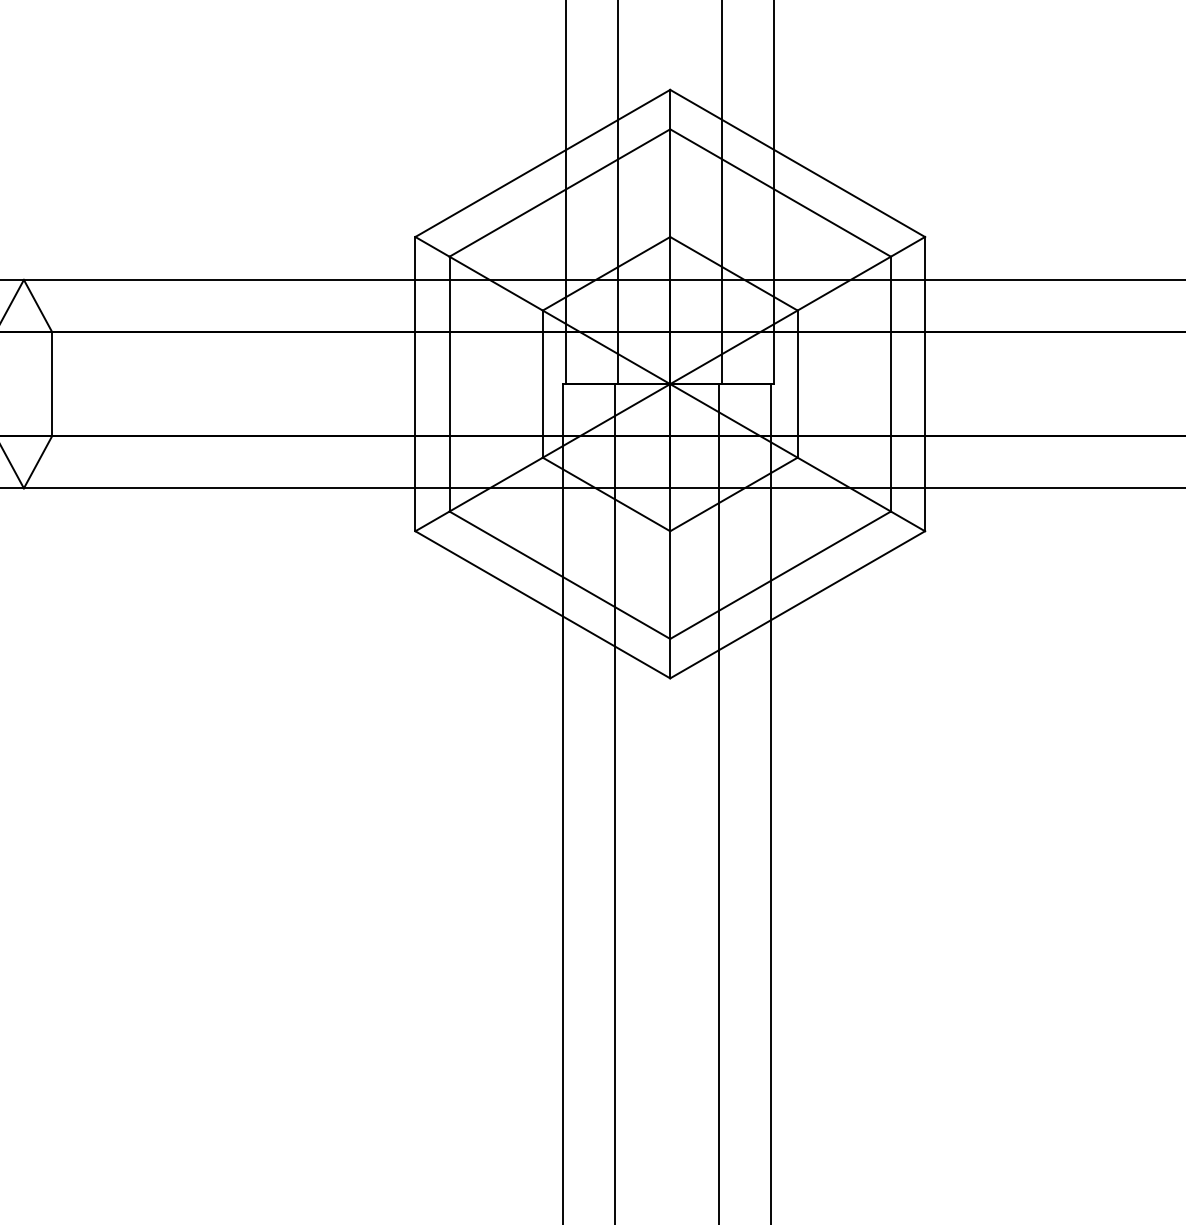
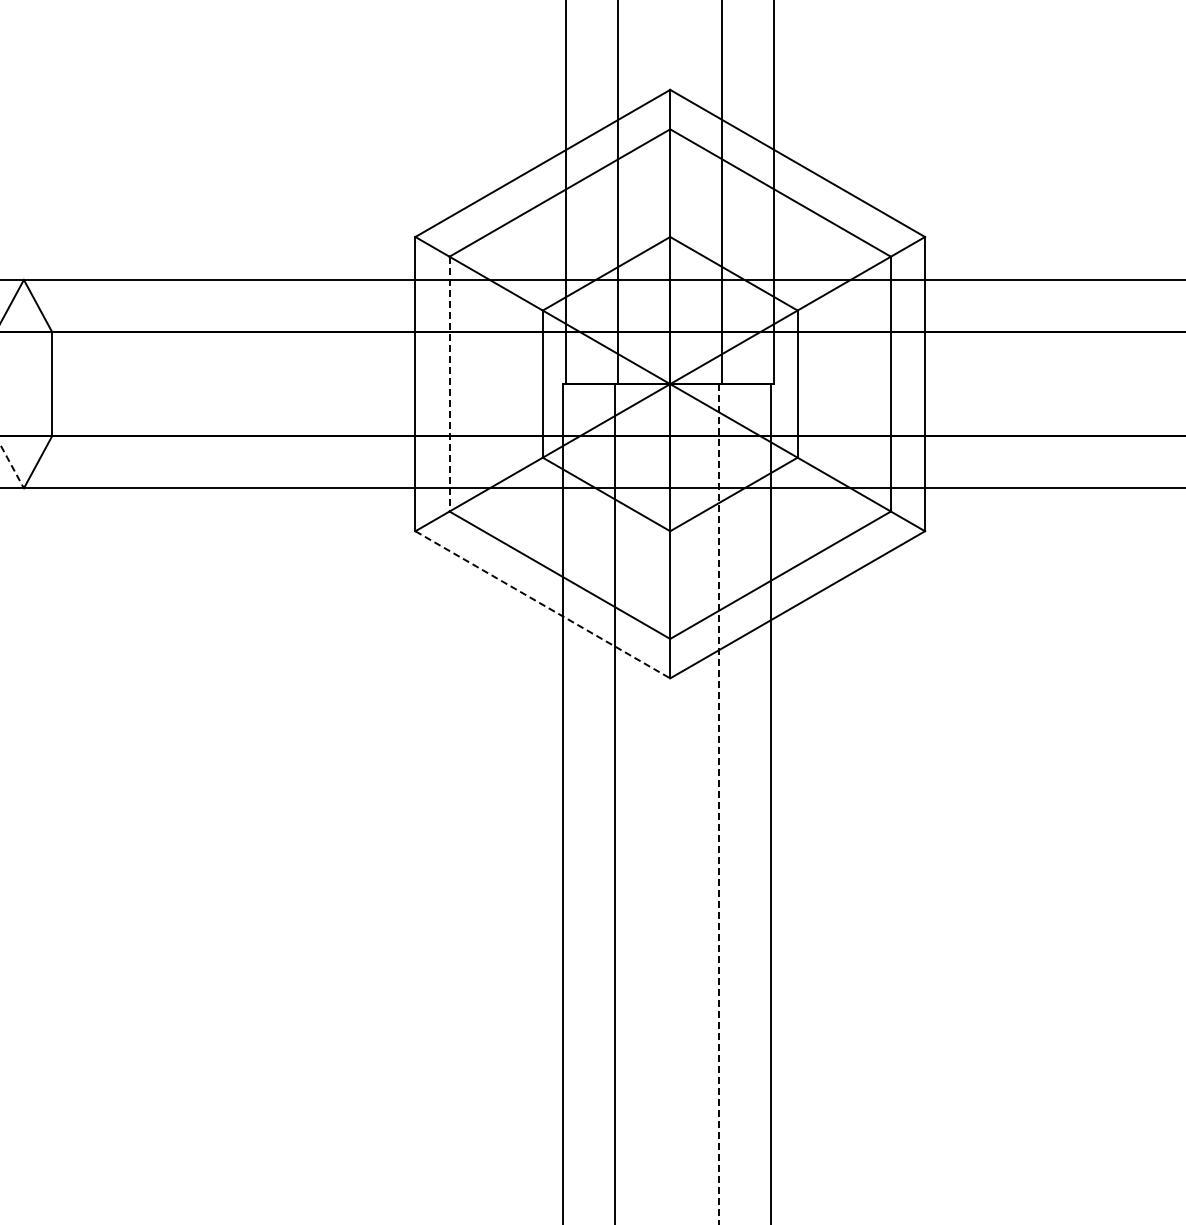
line at (449, 384): solid -> dashed
line at (12, 466): solid -> dashed
line at (543, 605): solid -> dashed
line at (719, 804): solid -> dashed
